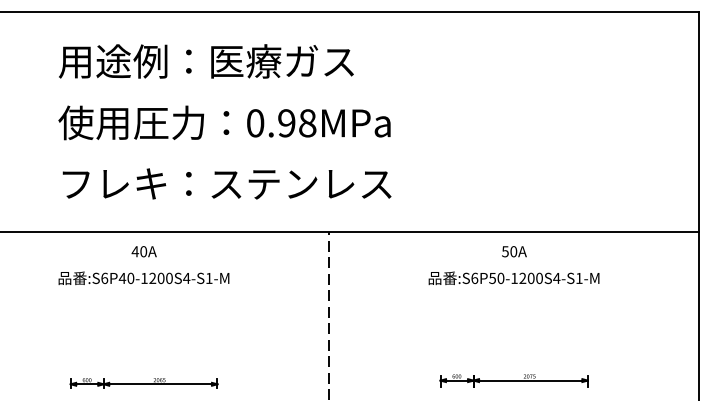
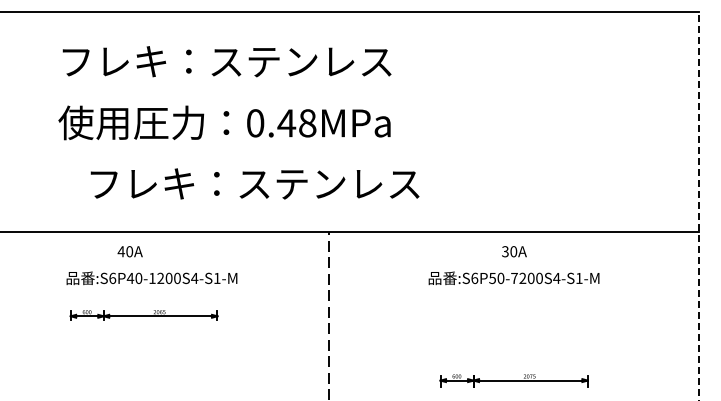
text at (225, 61): 用途例：医療ガス -> フレキ：ステンレス
text at (286, 123): 0.98MPa -> 0.48MPa
text at (226, 183) position: (226, 183) -> (254, 183)
line at (699, 206): solid -> dashed
text at (143, 251) position: (143, 251) -> (129, 251)
text at (505, 251): 50A -> 30A
text at (143, 277) position: (143, 277) -> (151, 277)
text at (514, 278): :S6P50-1200S4-S1-M -> :S6P50-7200S4-S1-M
part at (143, 383) position: (143, 383) -> (143, 315)
